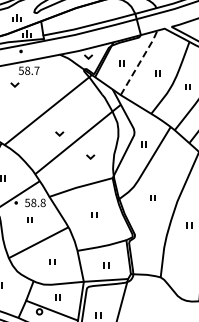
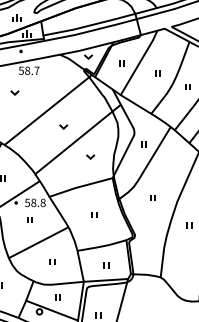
line at (139, 62): dashed -> solid
part at (14, 84) position: (14, 84) -> (14, 92)
part at (59, 133) position: (59, 133) -> (63, 126)
